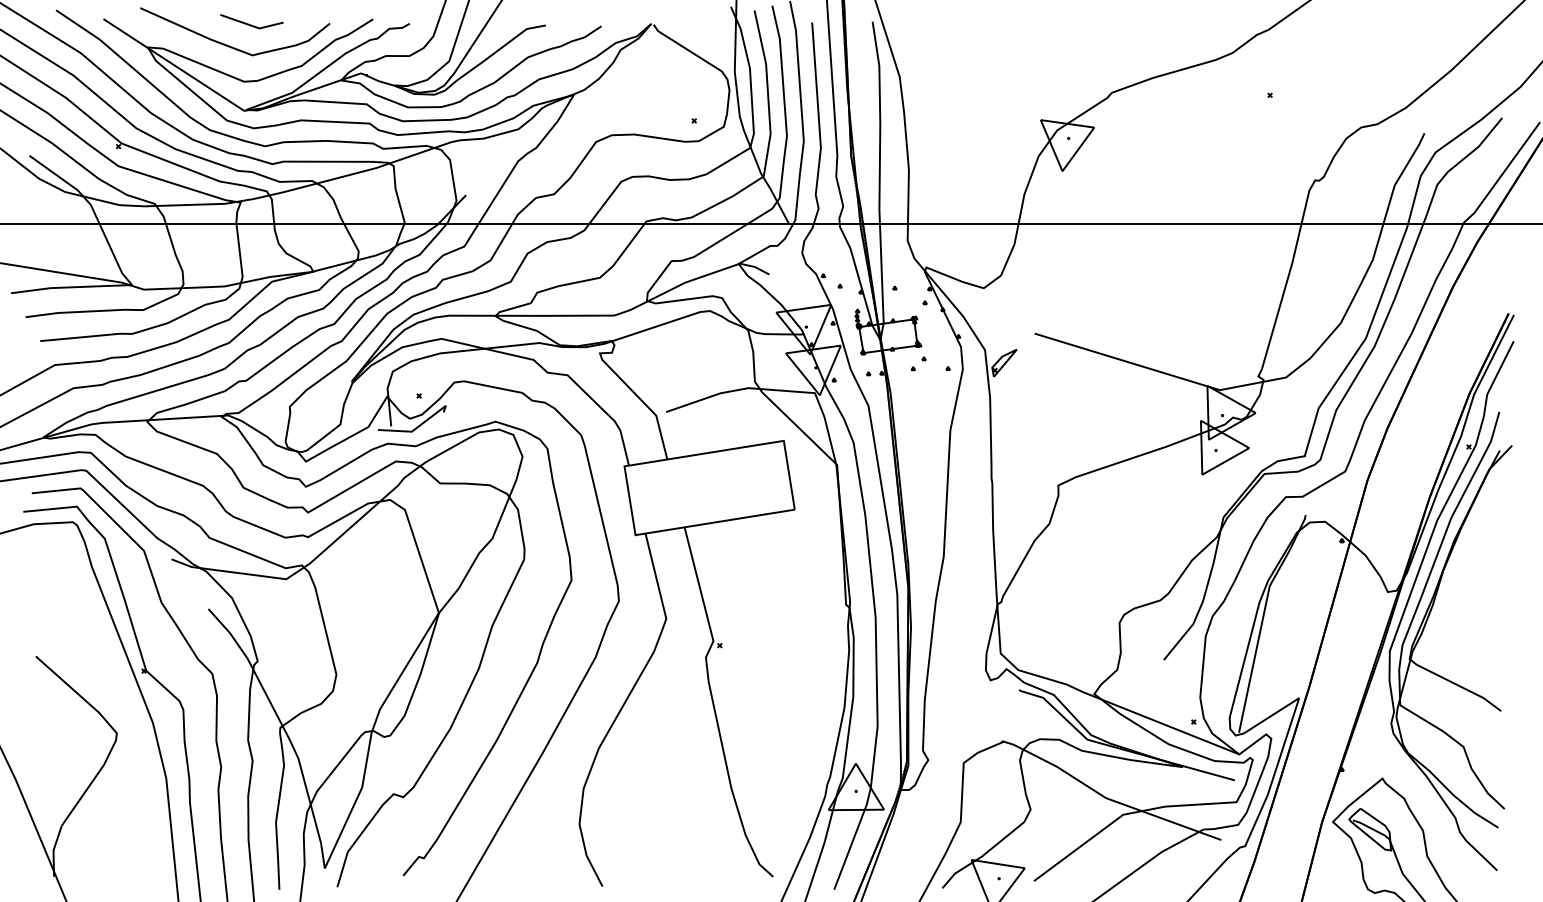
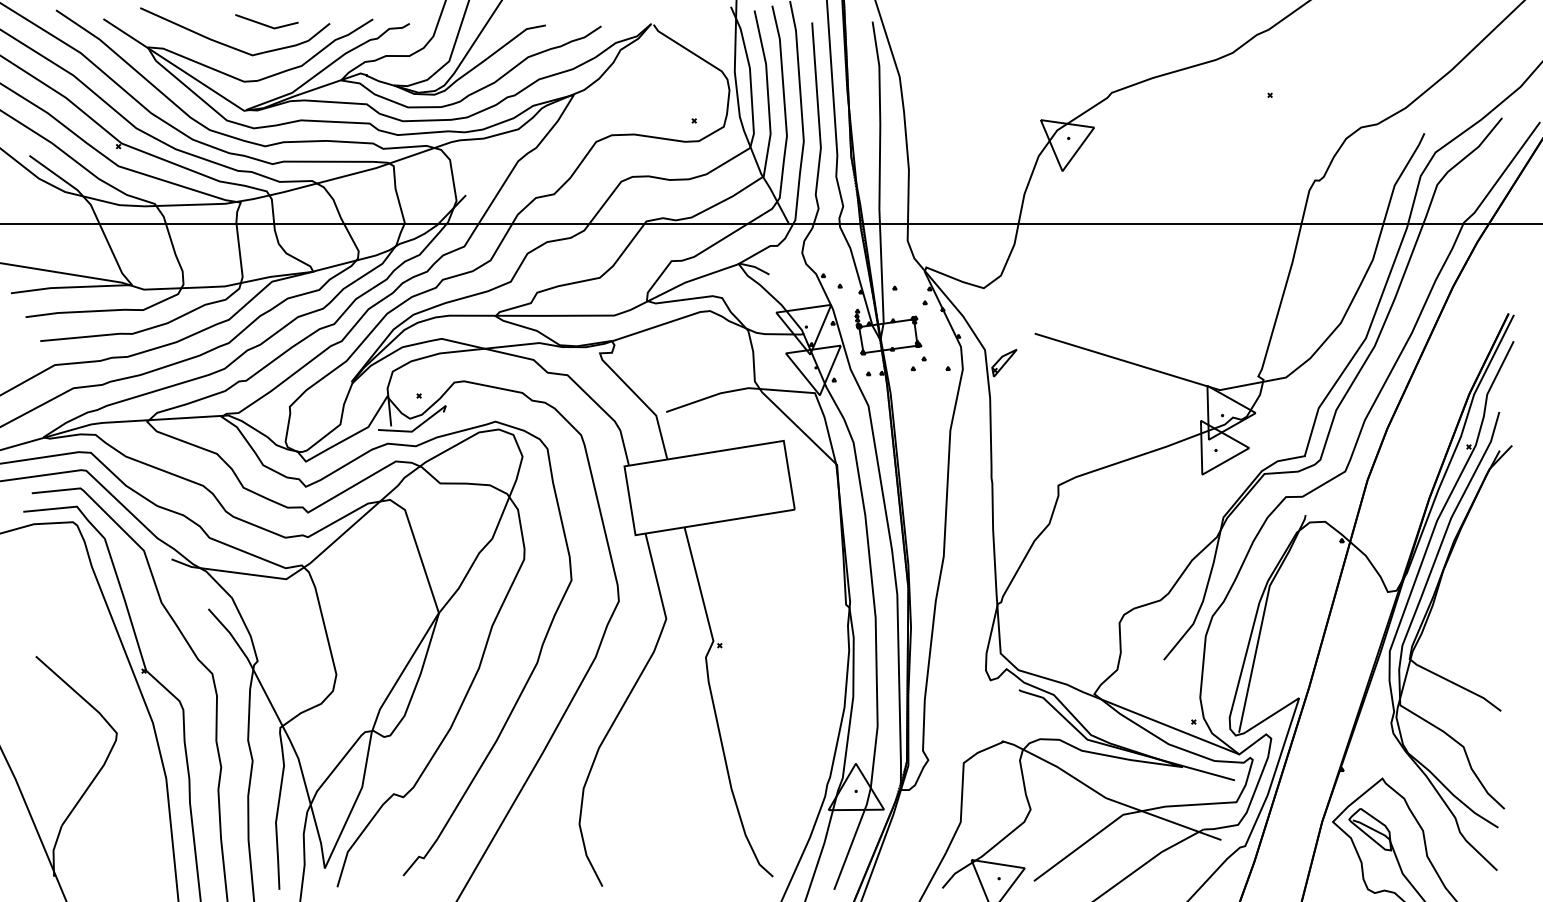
line at (251, 24) position: (251, 24) -> (266, 24)
